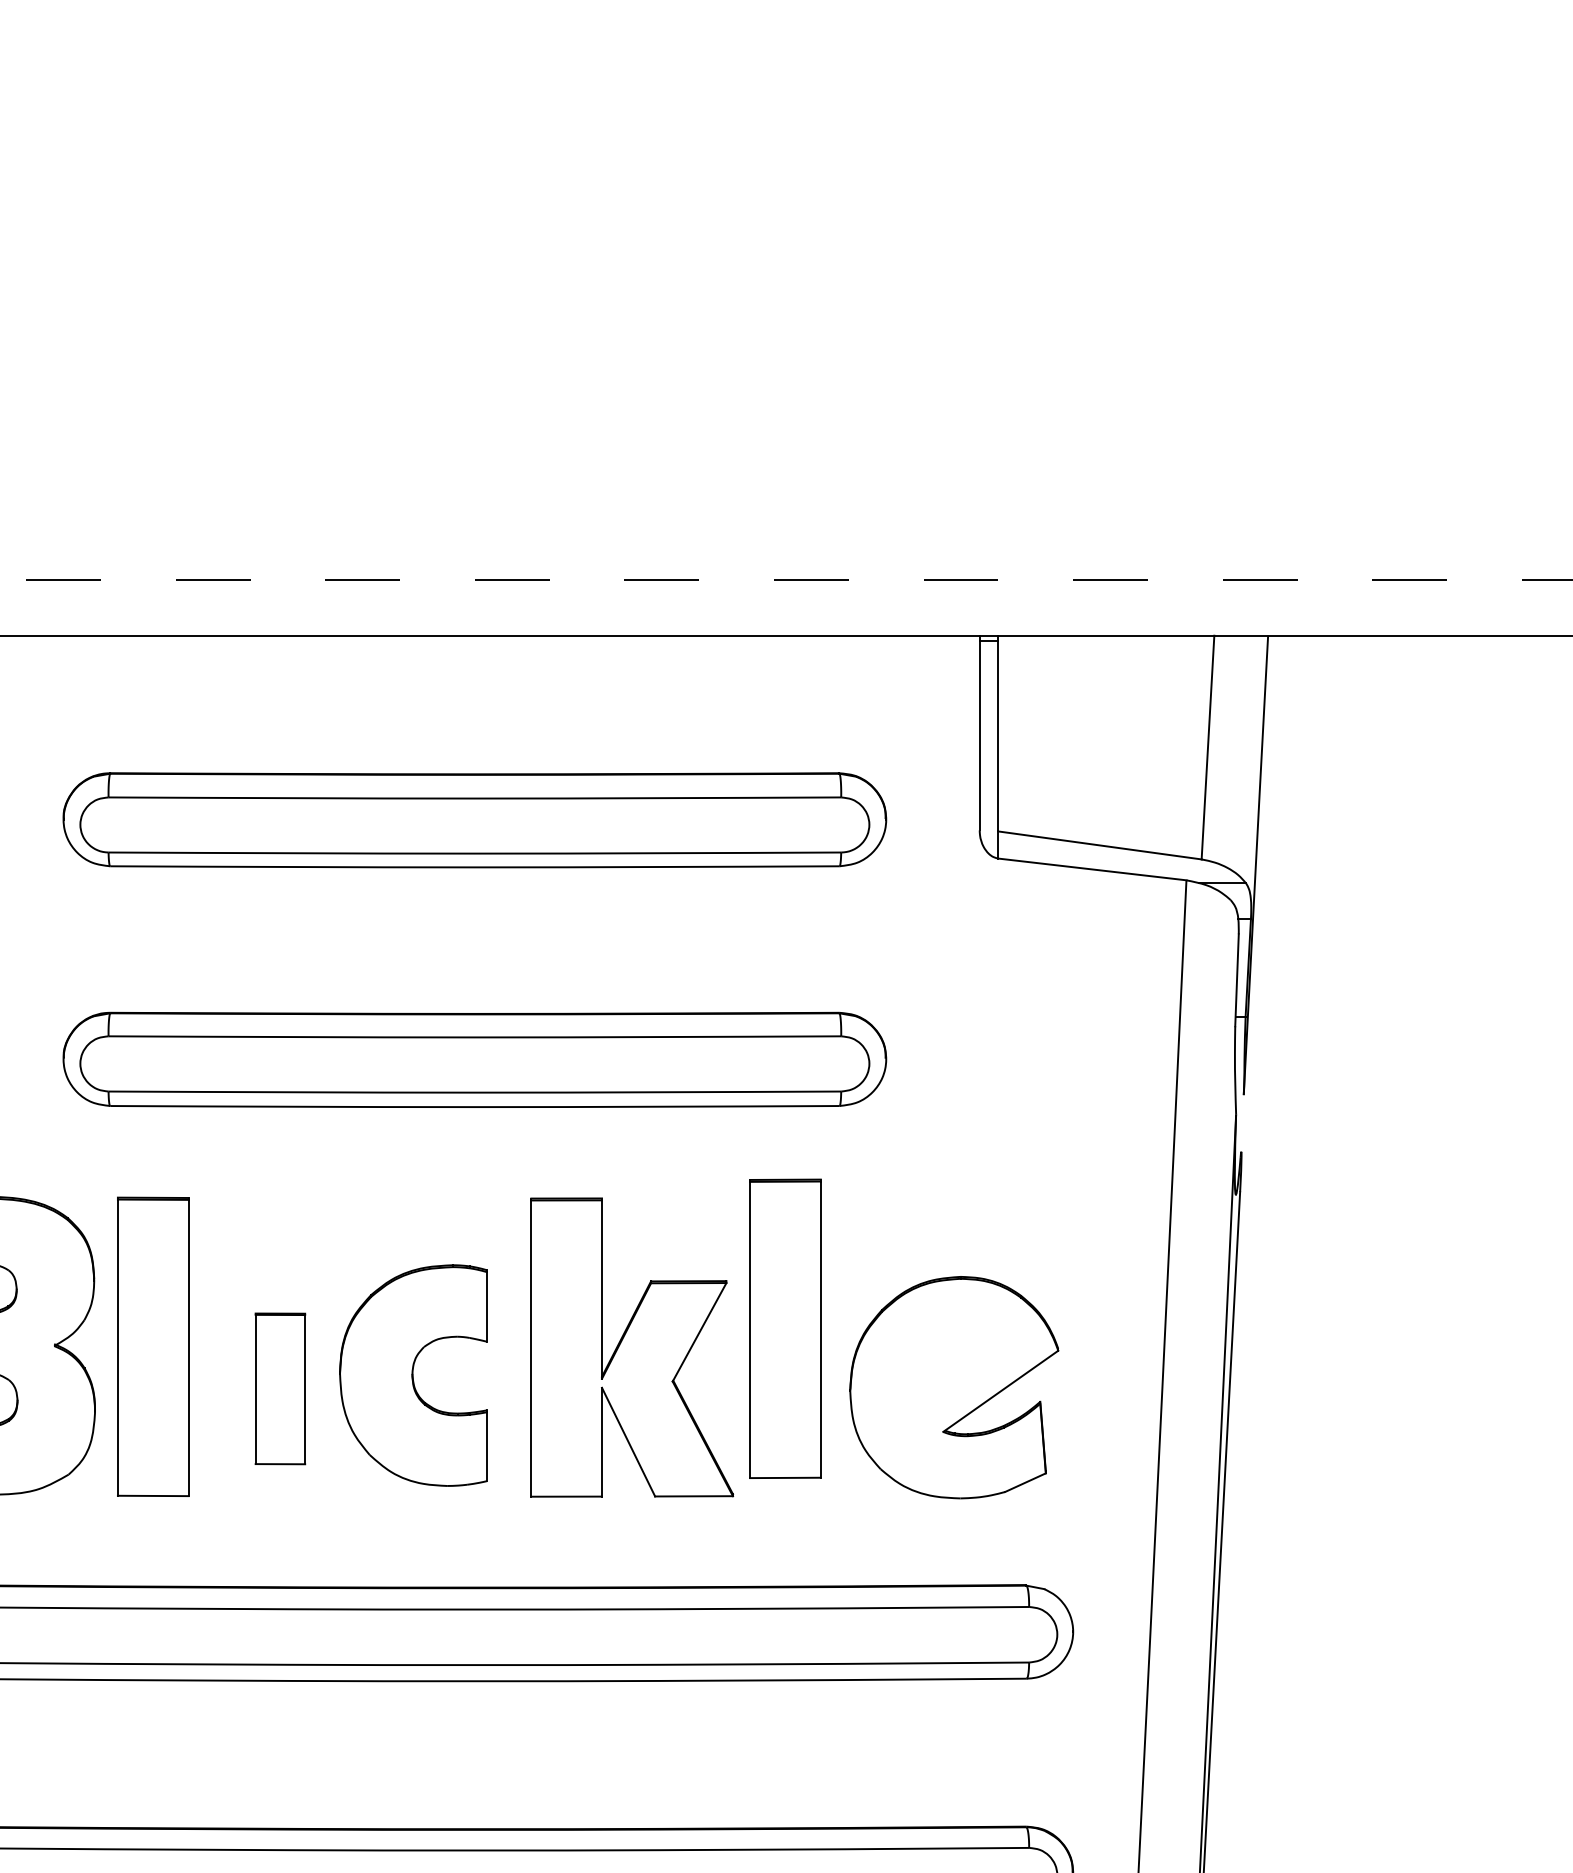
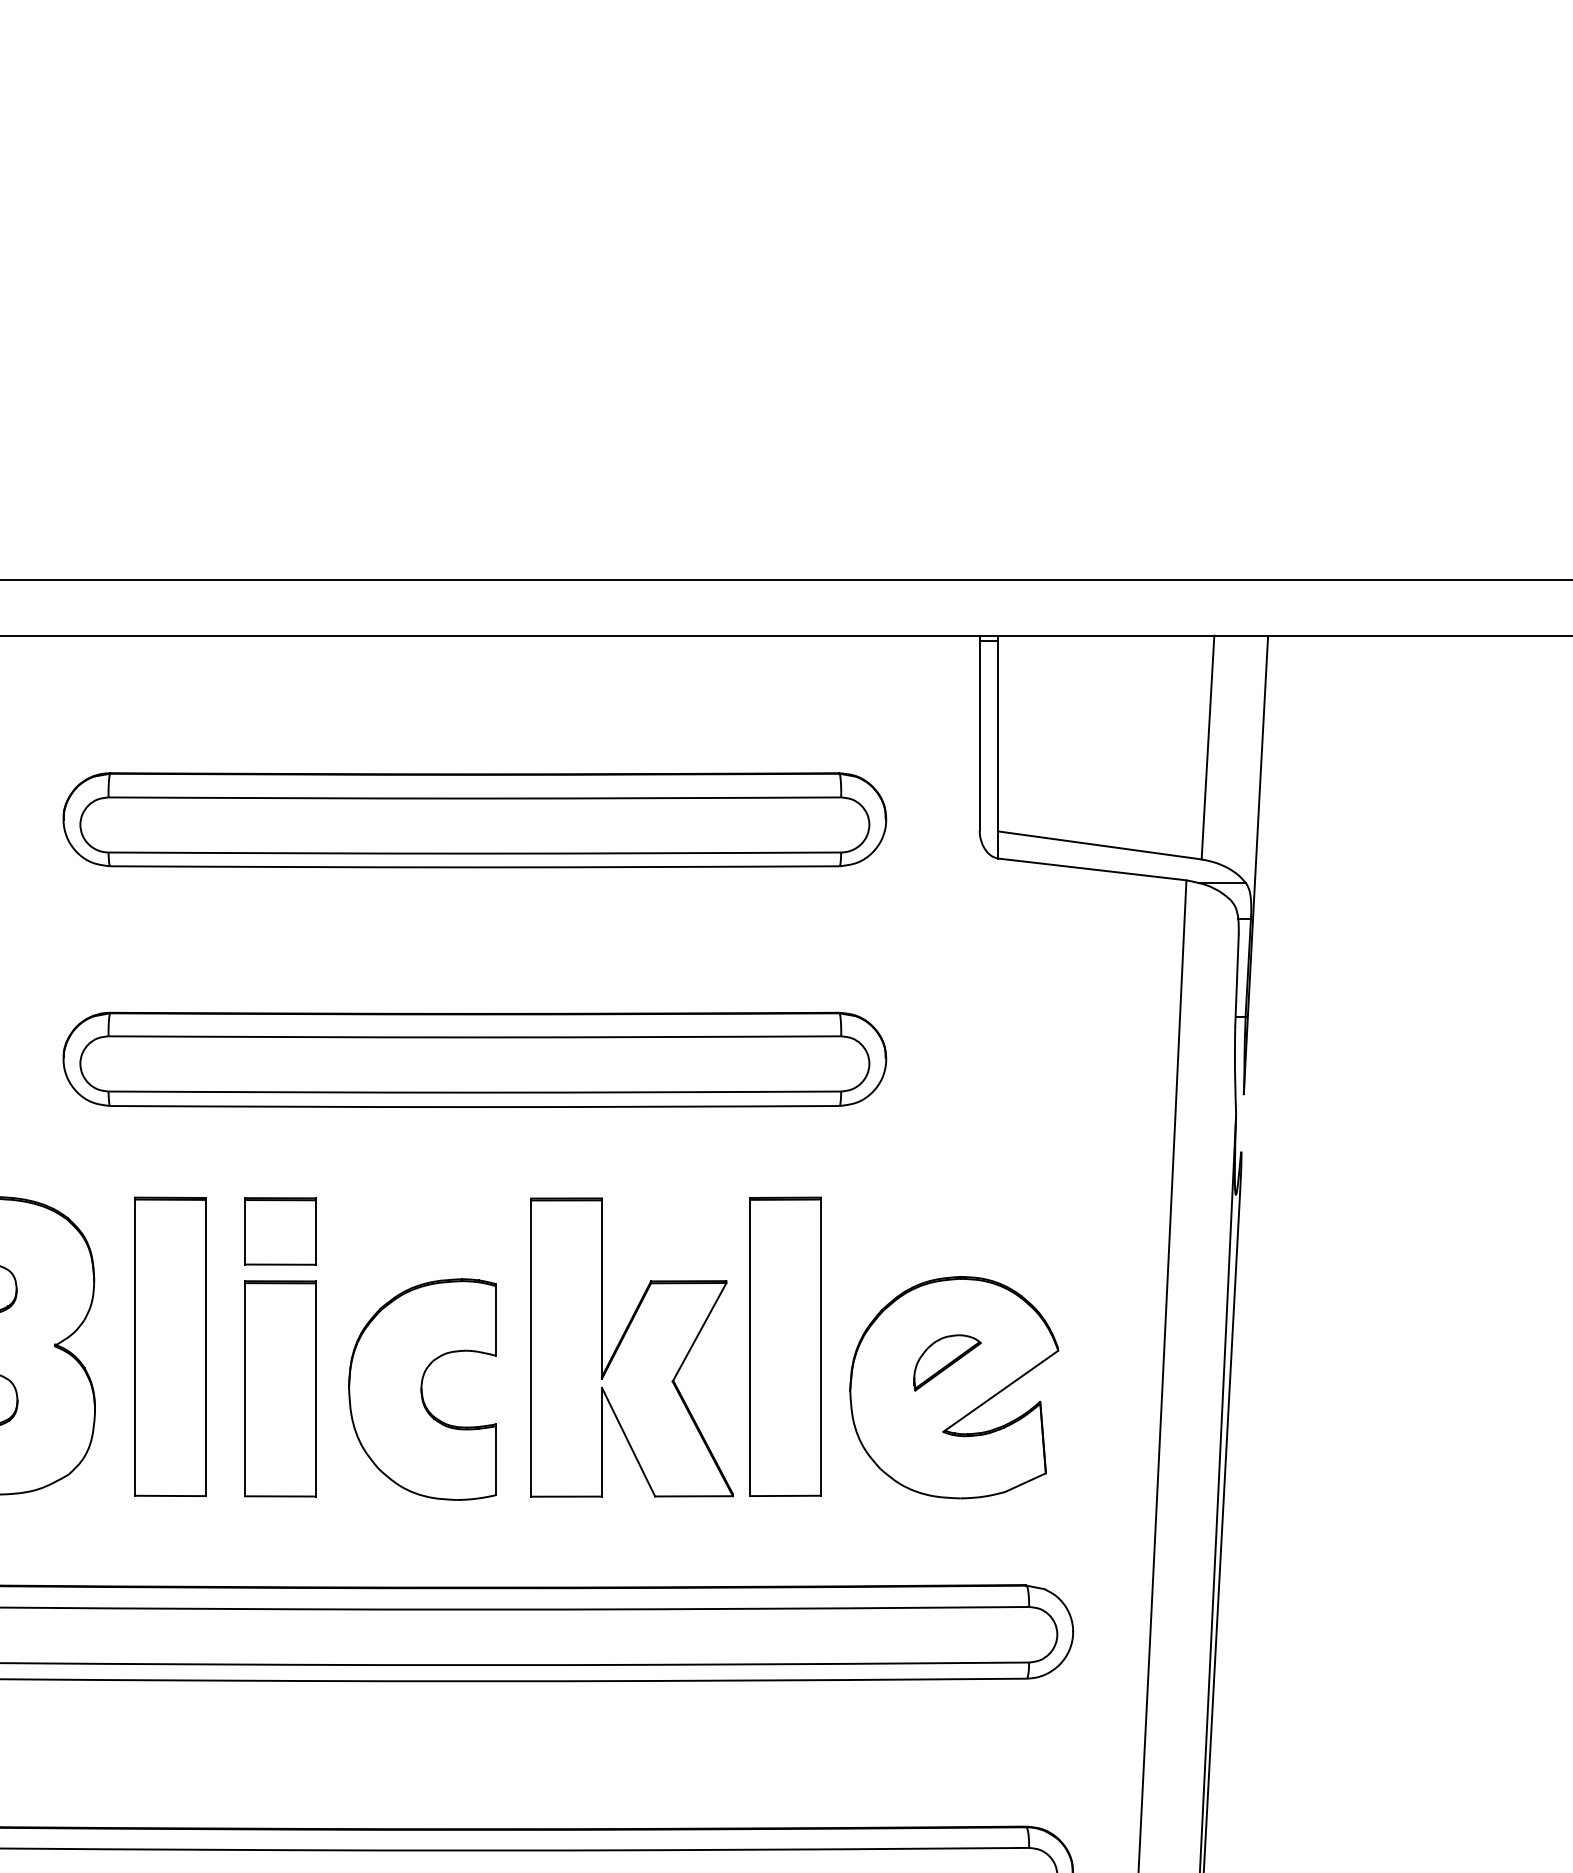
line at (786, 579): dashed -> solid
part at (280, 1231): none -> present
part at (785, 1328) position: (785, 1328) -> (785, 1346)
part at (153, 1346) position: (153, 1346) -> (170, 1346)
part at (947, 1362): none -> present
part at (413, 1375) position: (413, 1375) -> (422, 1389)
part at (280, 1388) size: 53x154 px -> 73x218 px
